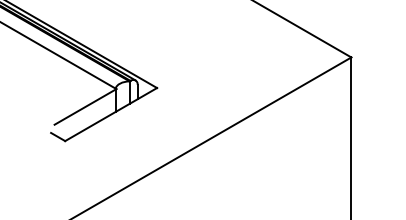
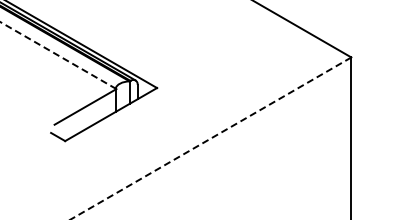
line at (58, 55): solid -> dashed
line at (210, 138): solid -> dashed
